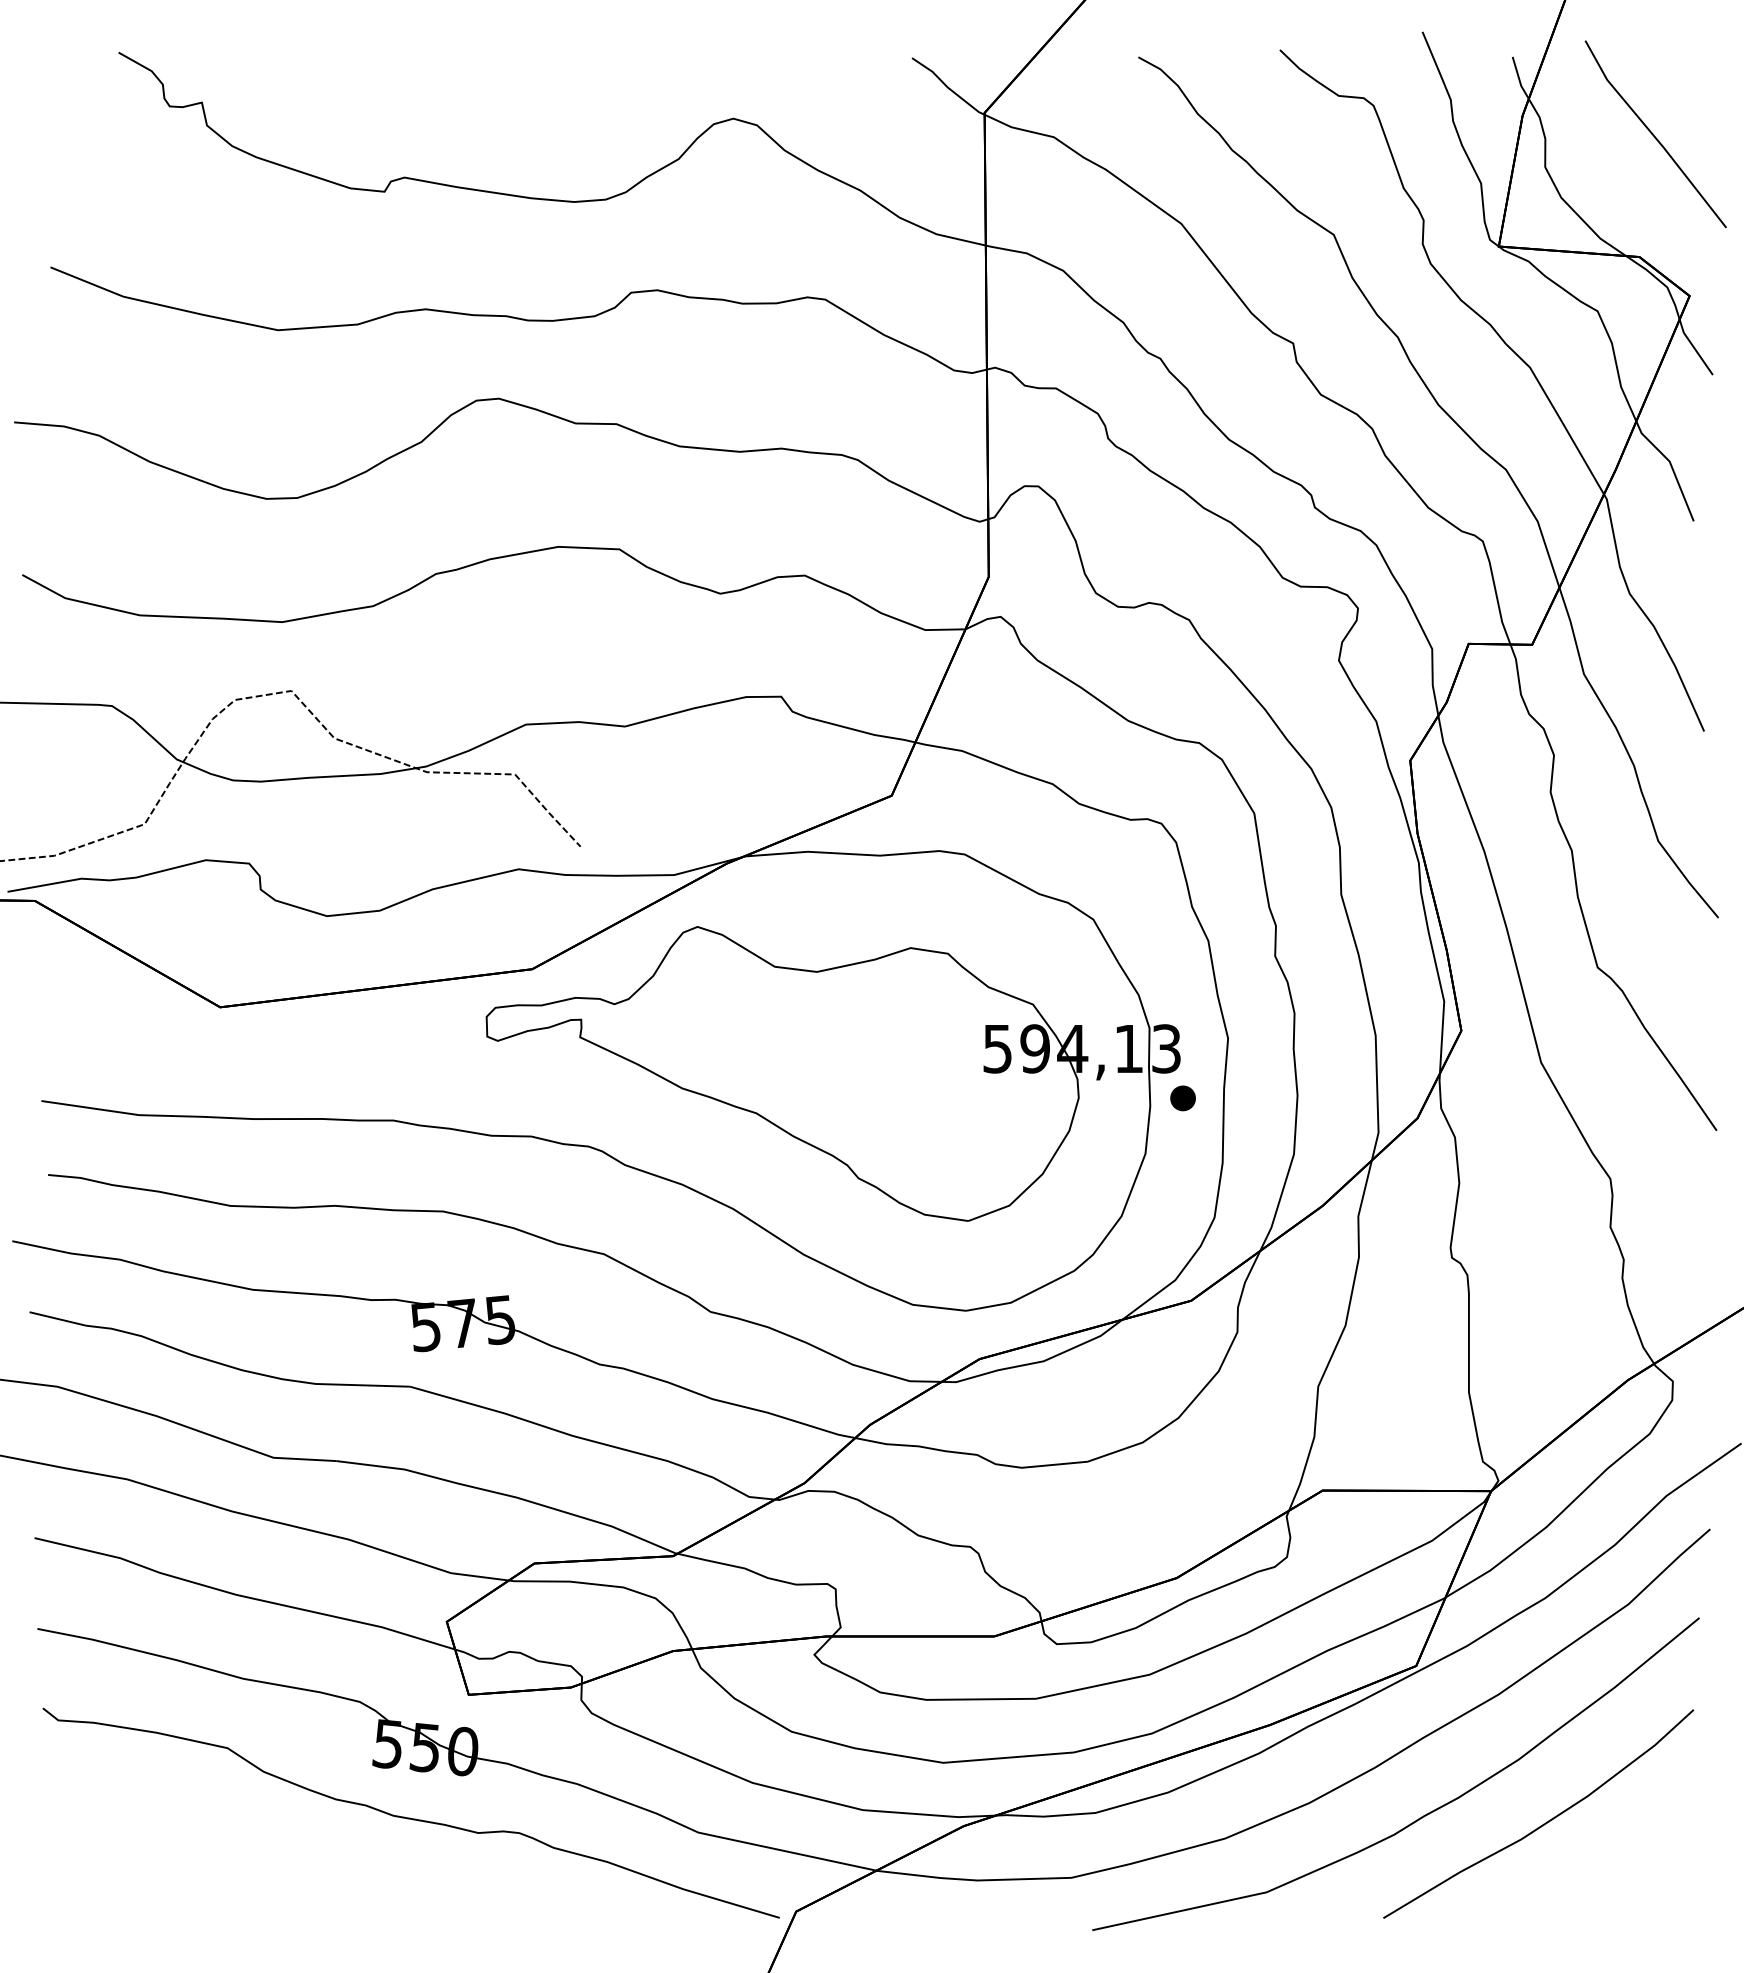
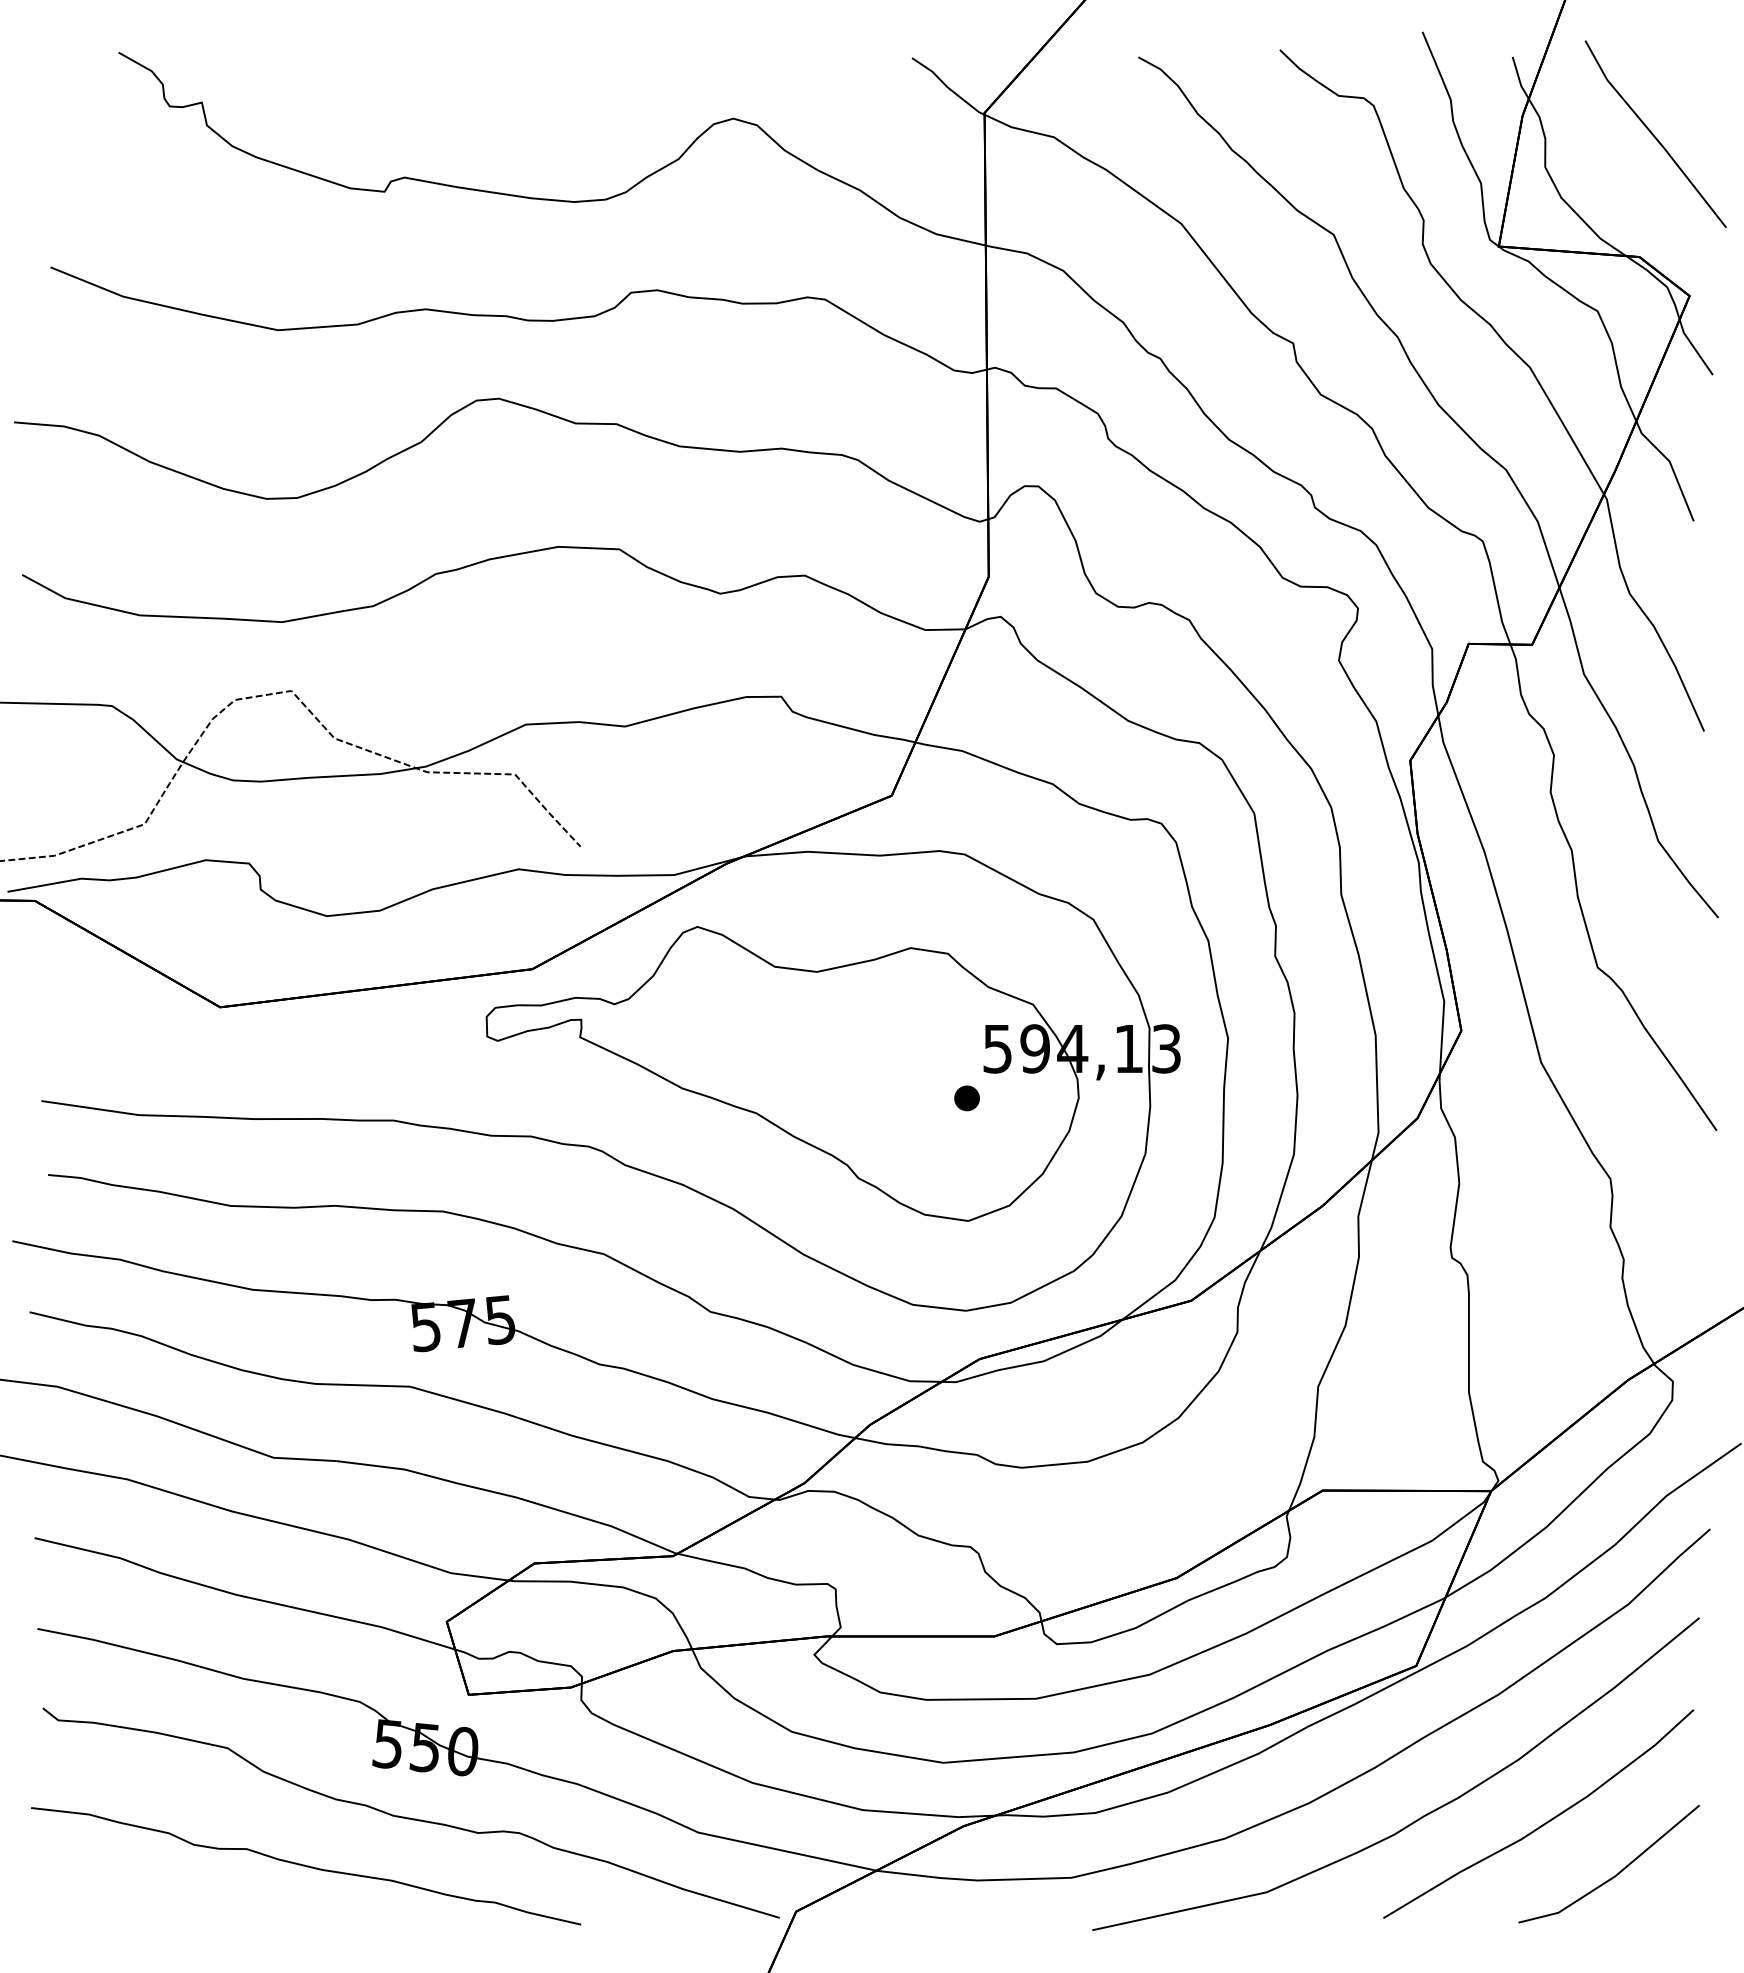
part at (1182, 1098) position: (1182, 1098) -> (966, 1098)
curve at (306, 1866): none -> present
line at (1615, 1874): none -> present
